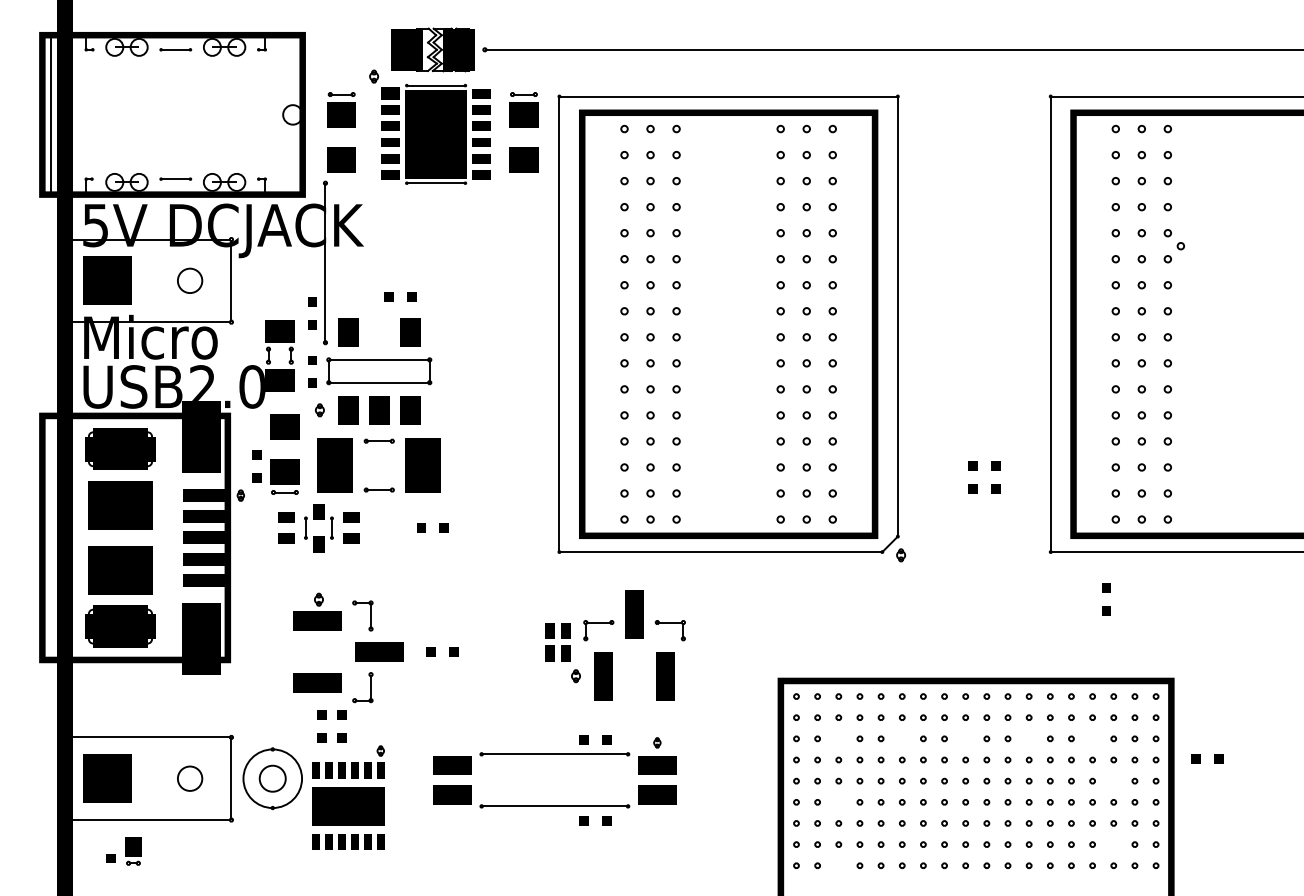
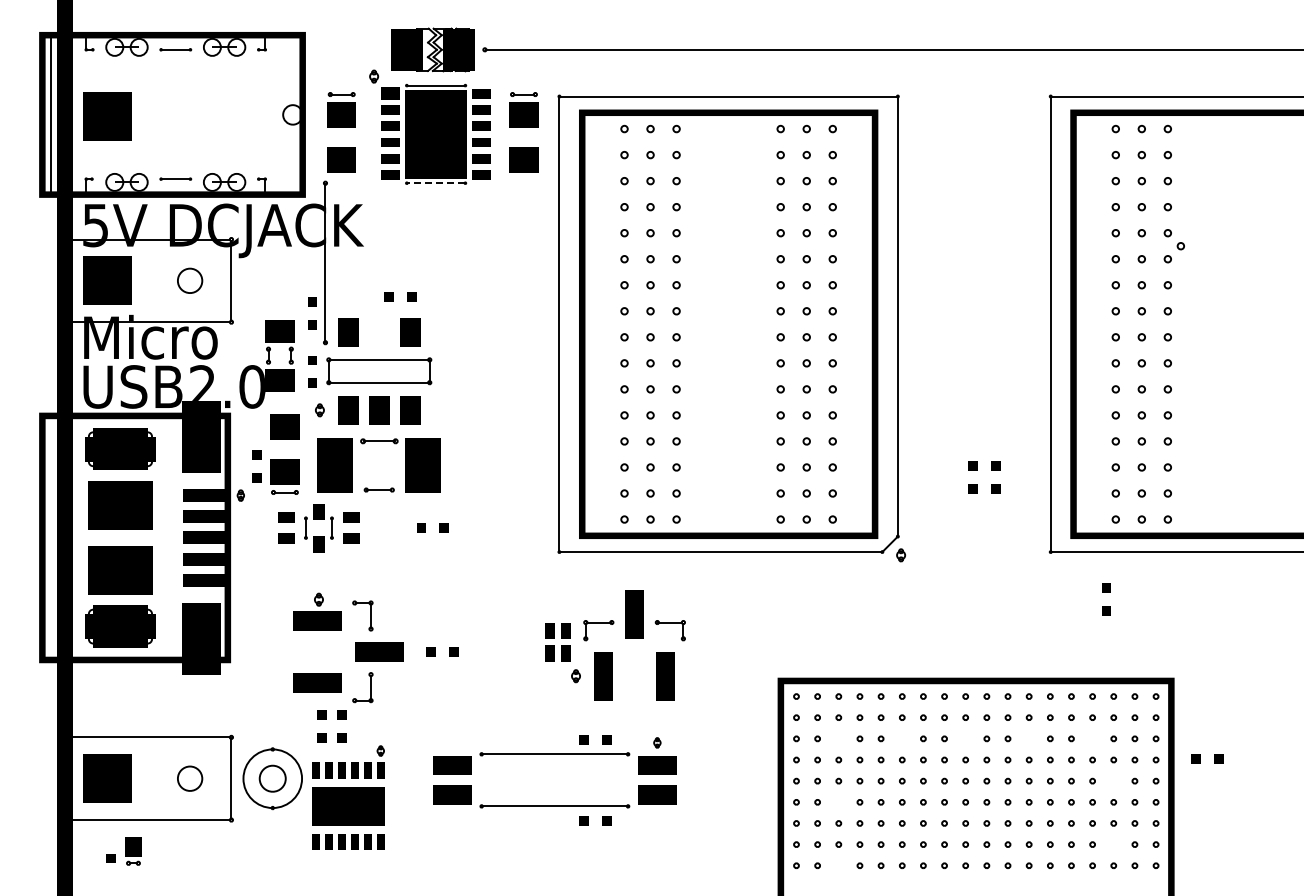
part at (107, 116): none -> present
line at (435, 183): solid -> dashed
part at (378, 440) size: 32x6 px -> 39x7 px
